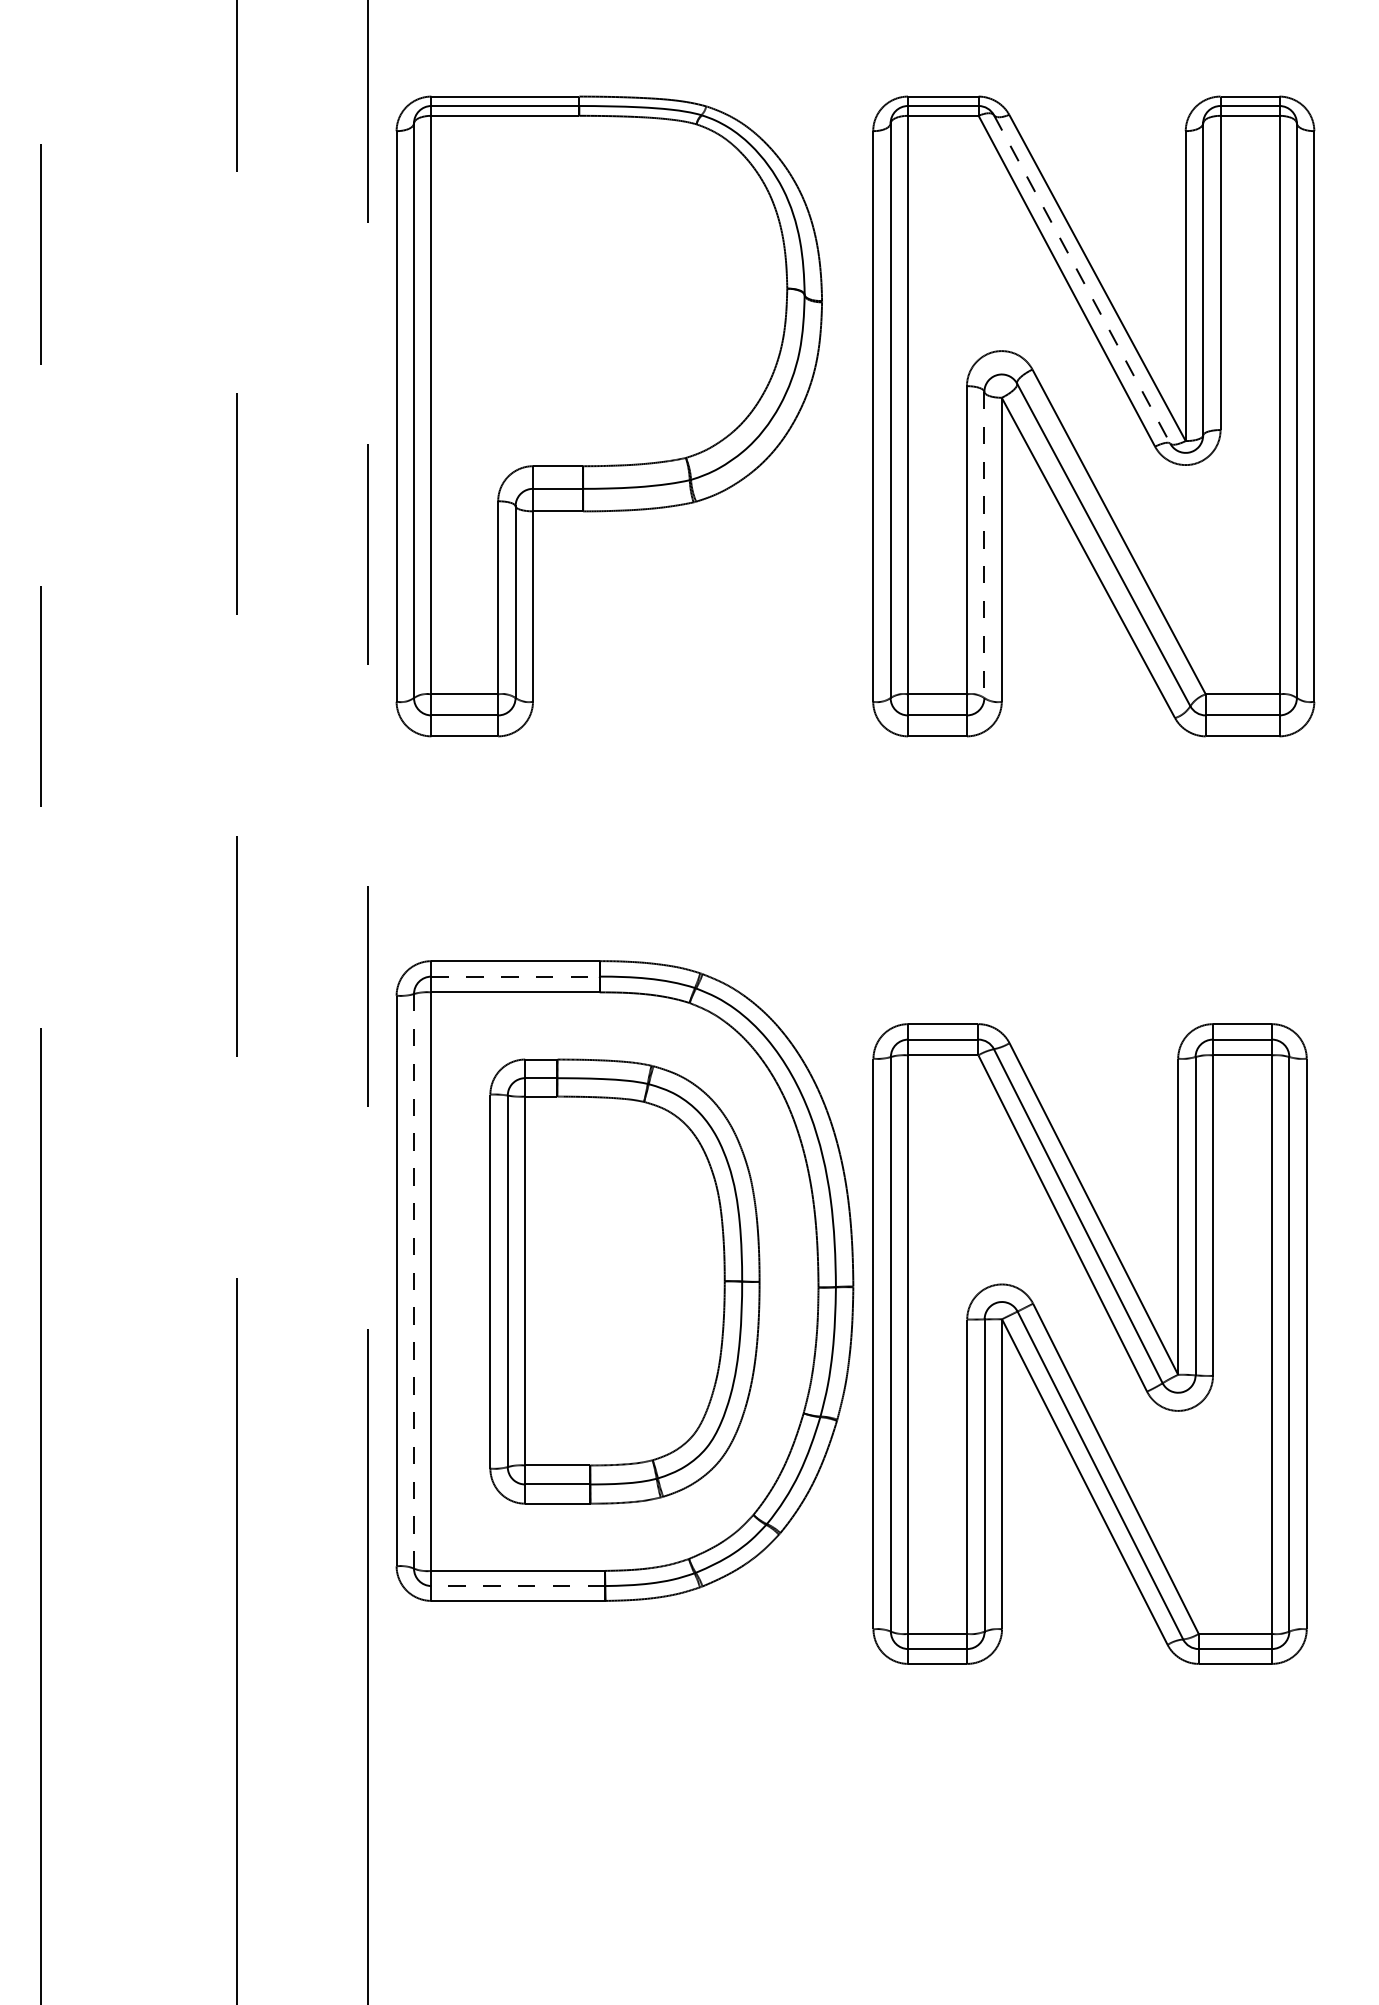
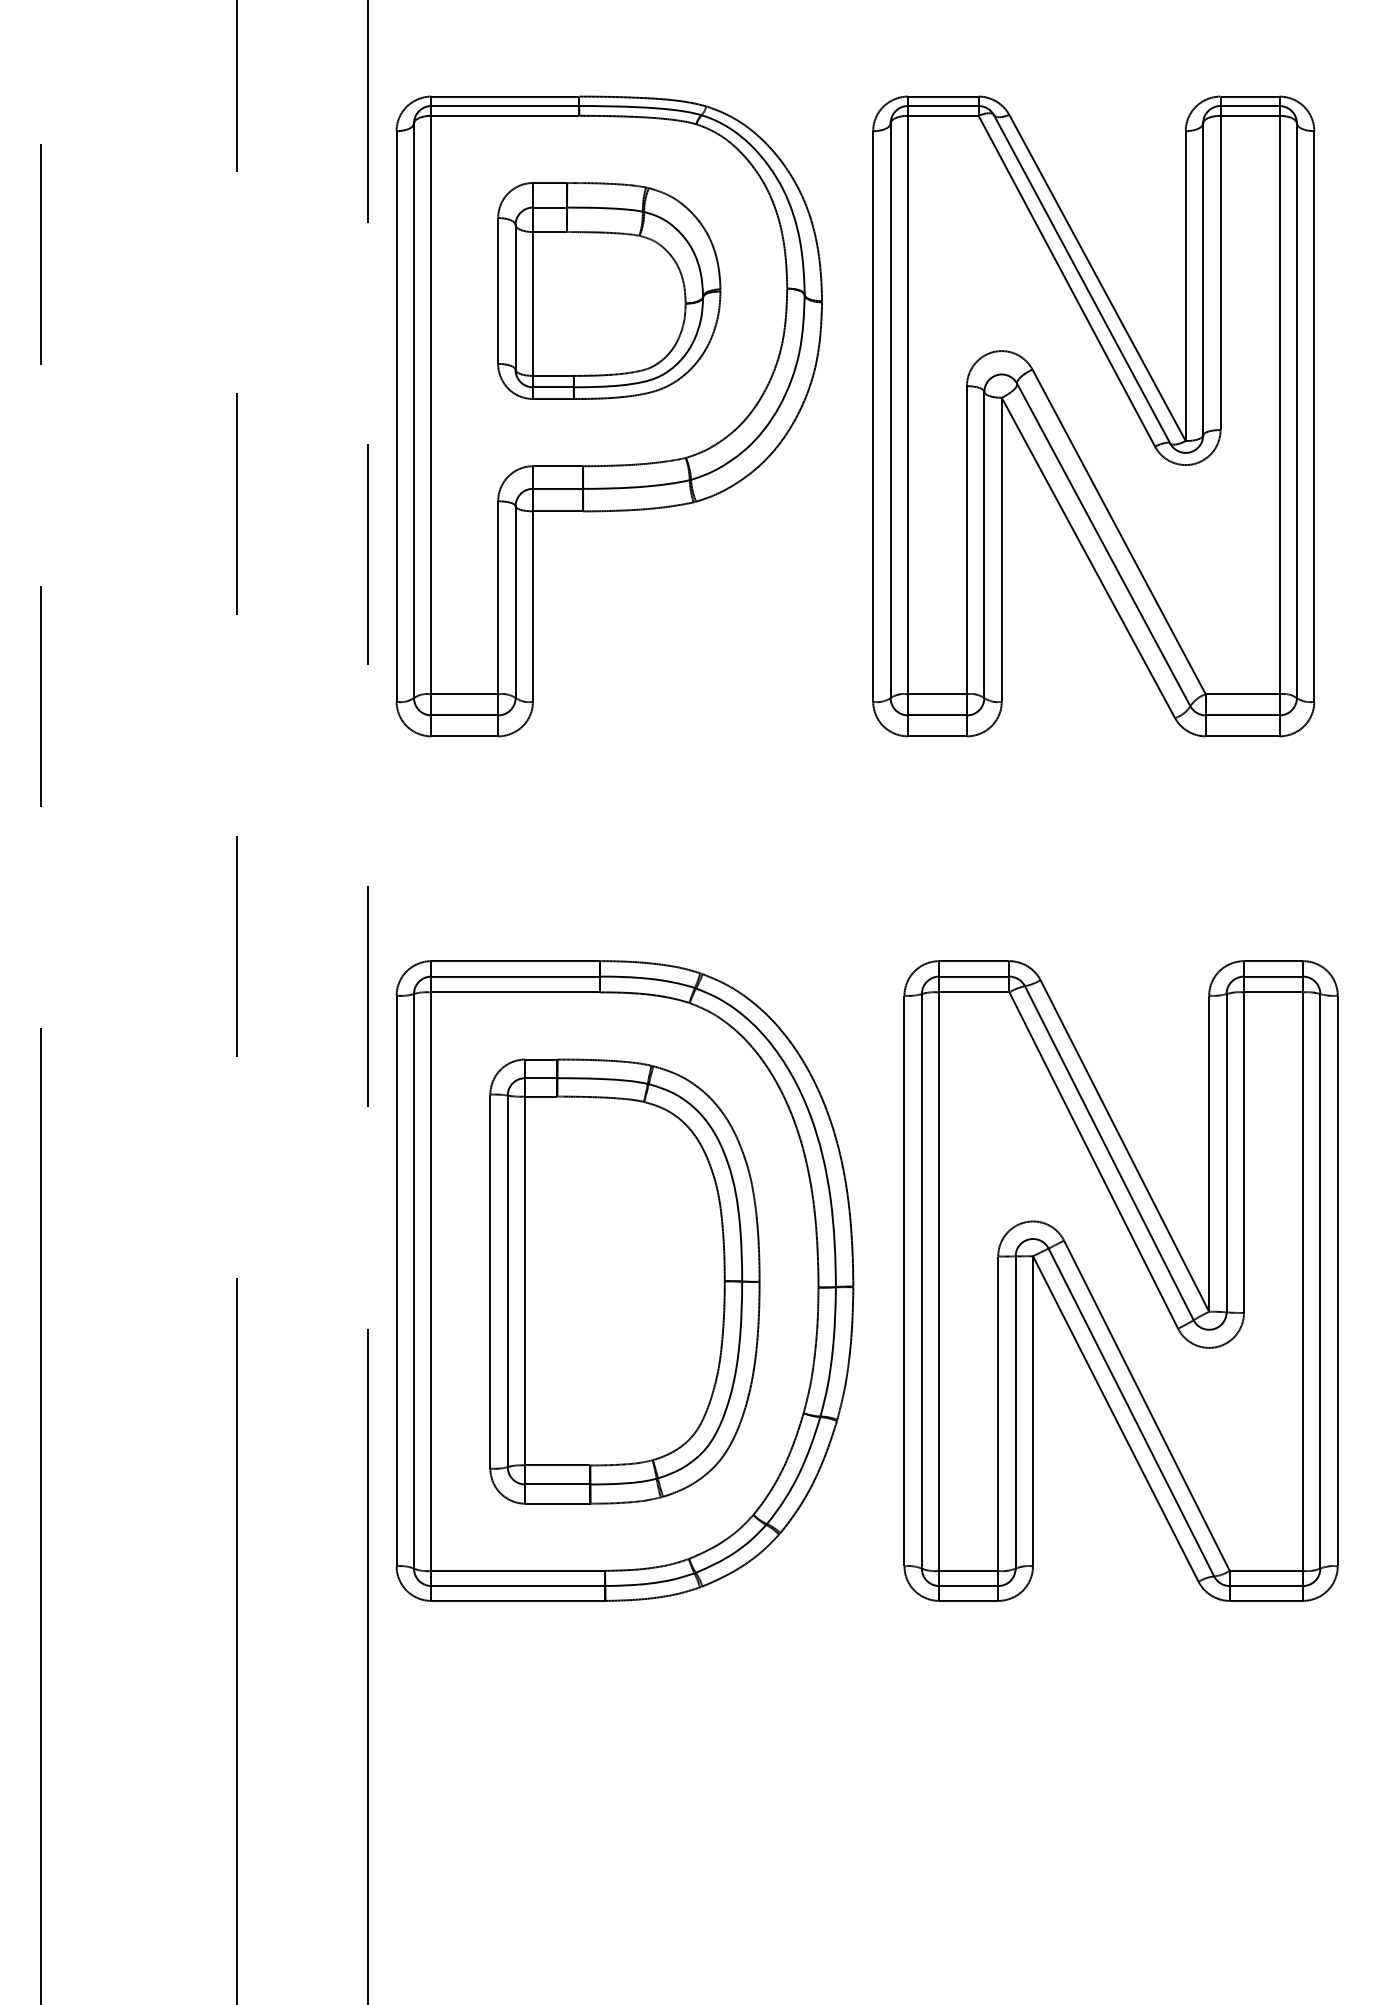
line at (1082, 279): dashed -> solid
part at (609, 290): none -> present
line at (984, 545): dashed -> solid
line at (516, 976): dashed -> solid
line at (414, 1280): dashed -> solid
part at (1089, 1343) position: (1089, 1343) -> (1120, 1280)
line at (518, 1586): dashed -> solid
